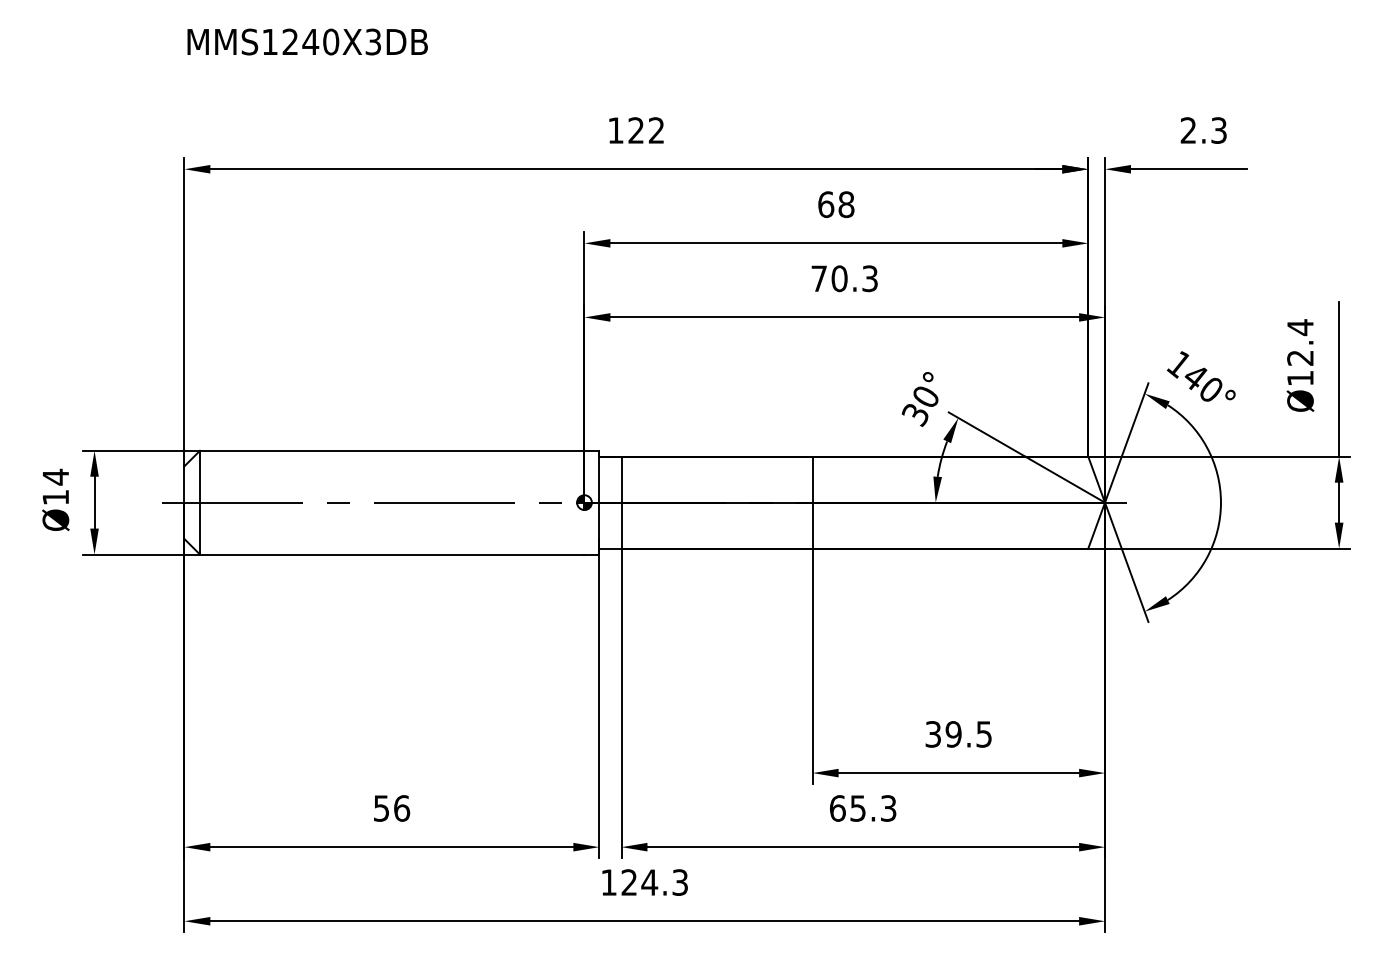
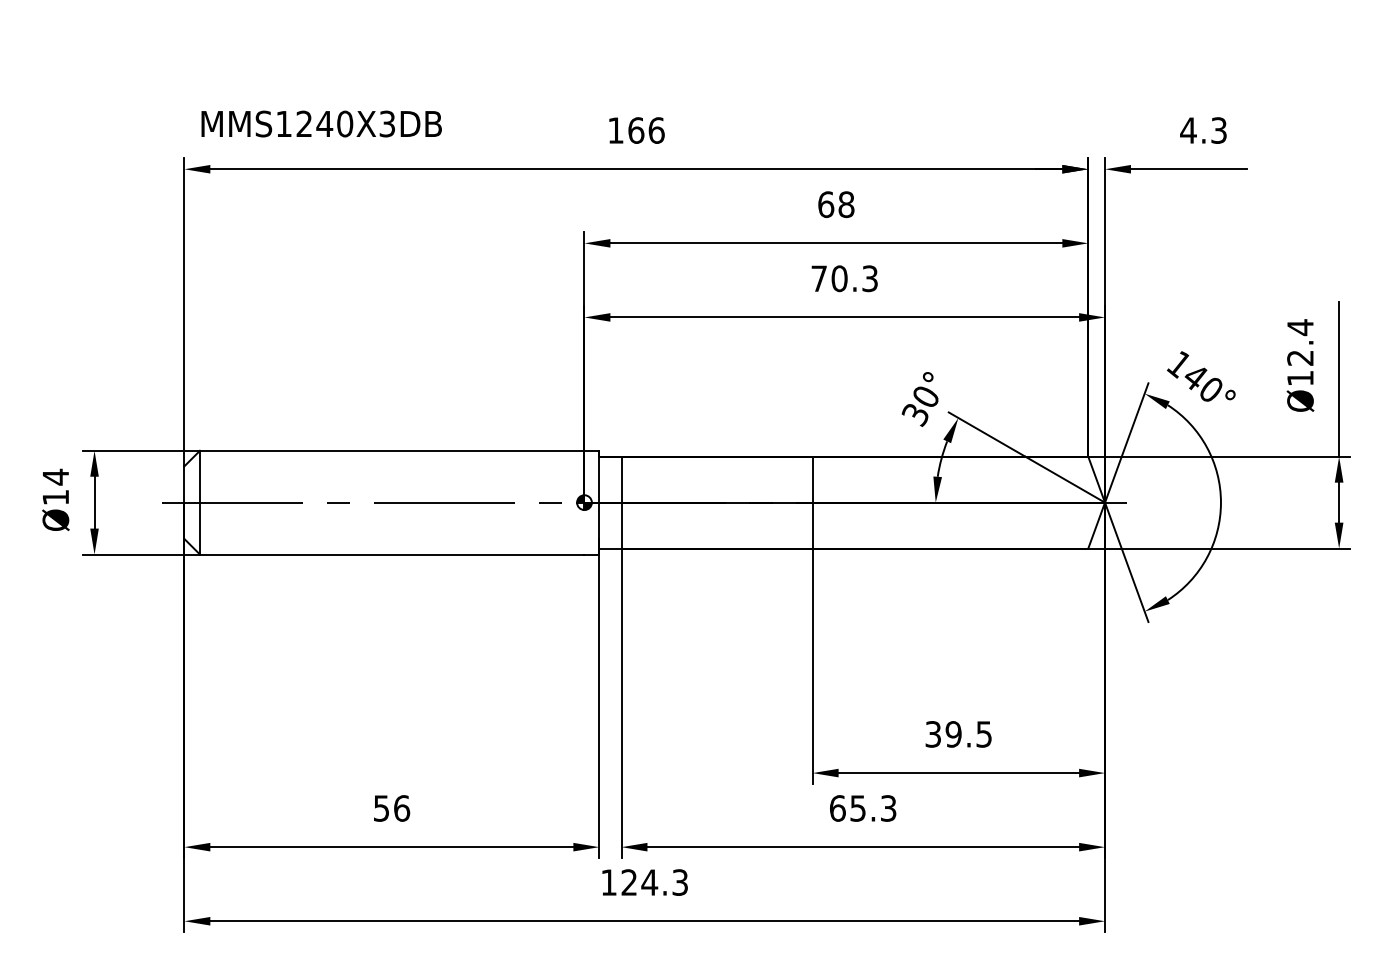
text at (307, 41) position: (307, 41) -> (321, 123)
text at (646, 130): 122 -> 166
text at (1188, 130): 2.3 -> 4.3
